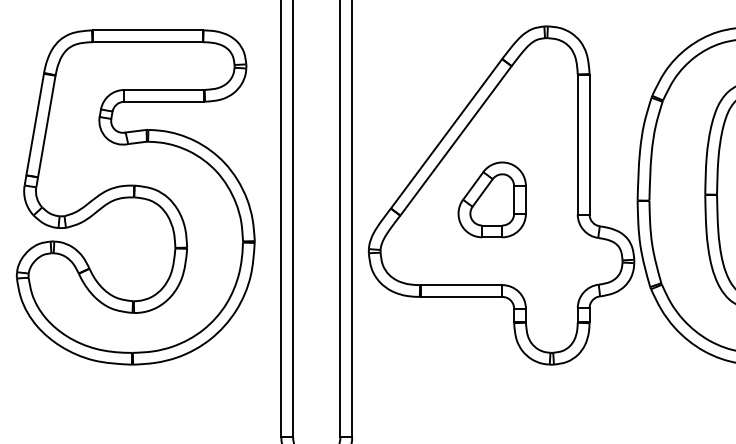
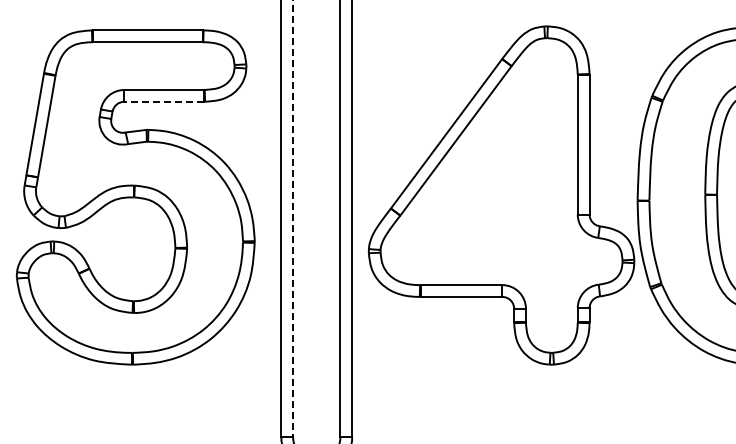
line at (164, 101): solid -> dashed
part at (491, 199): present -> none
line at (293, 218): solid -> dashed
